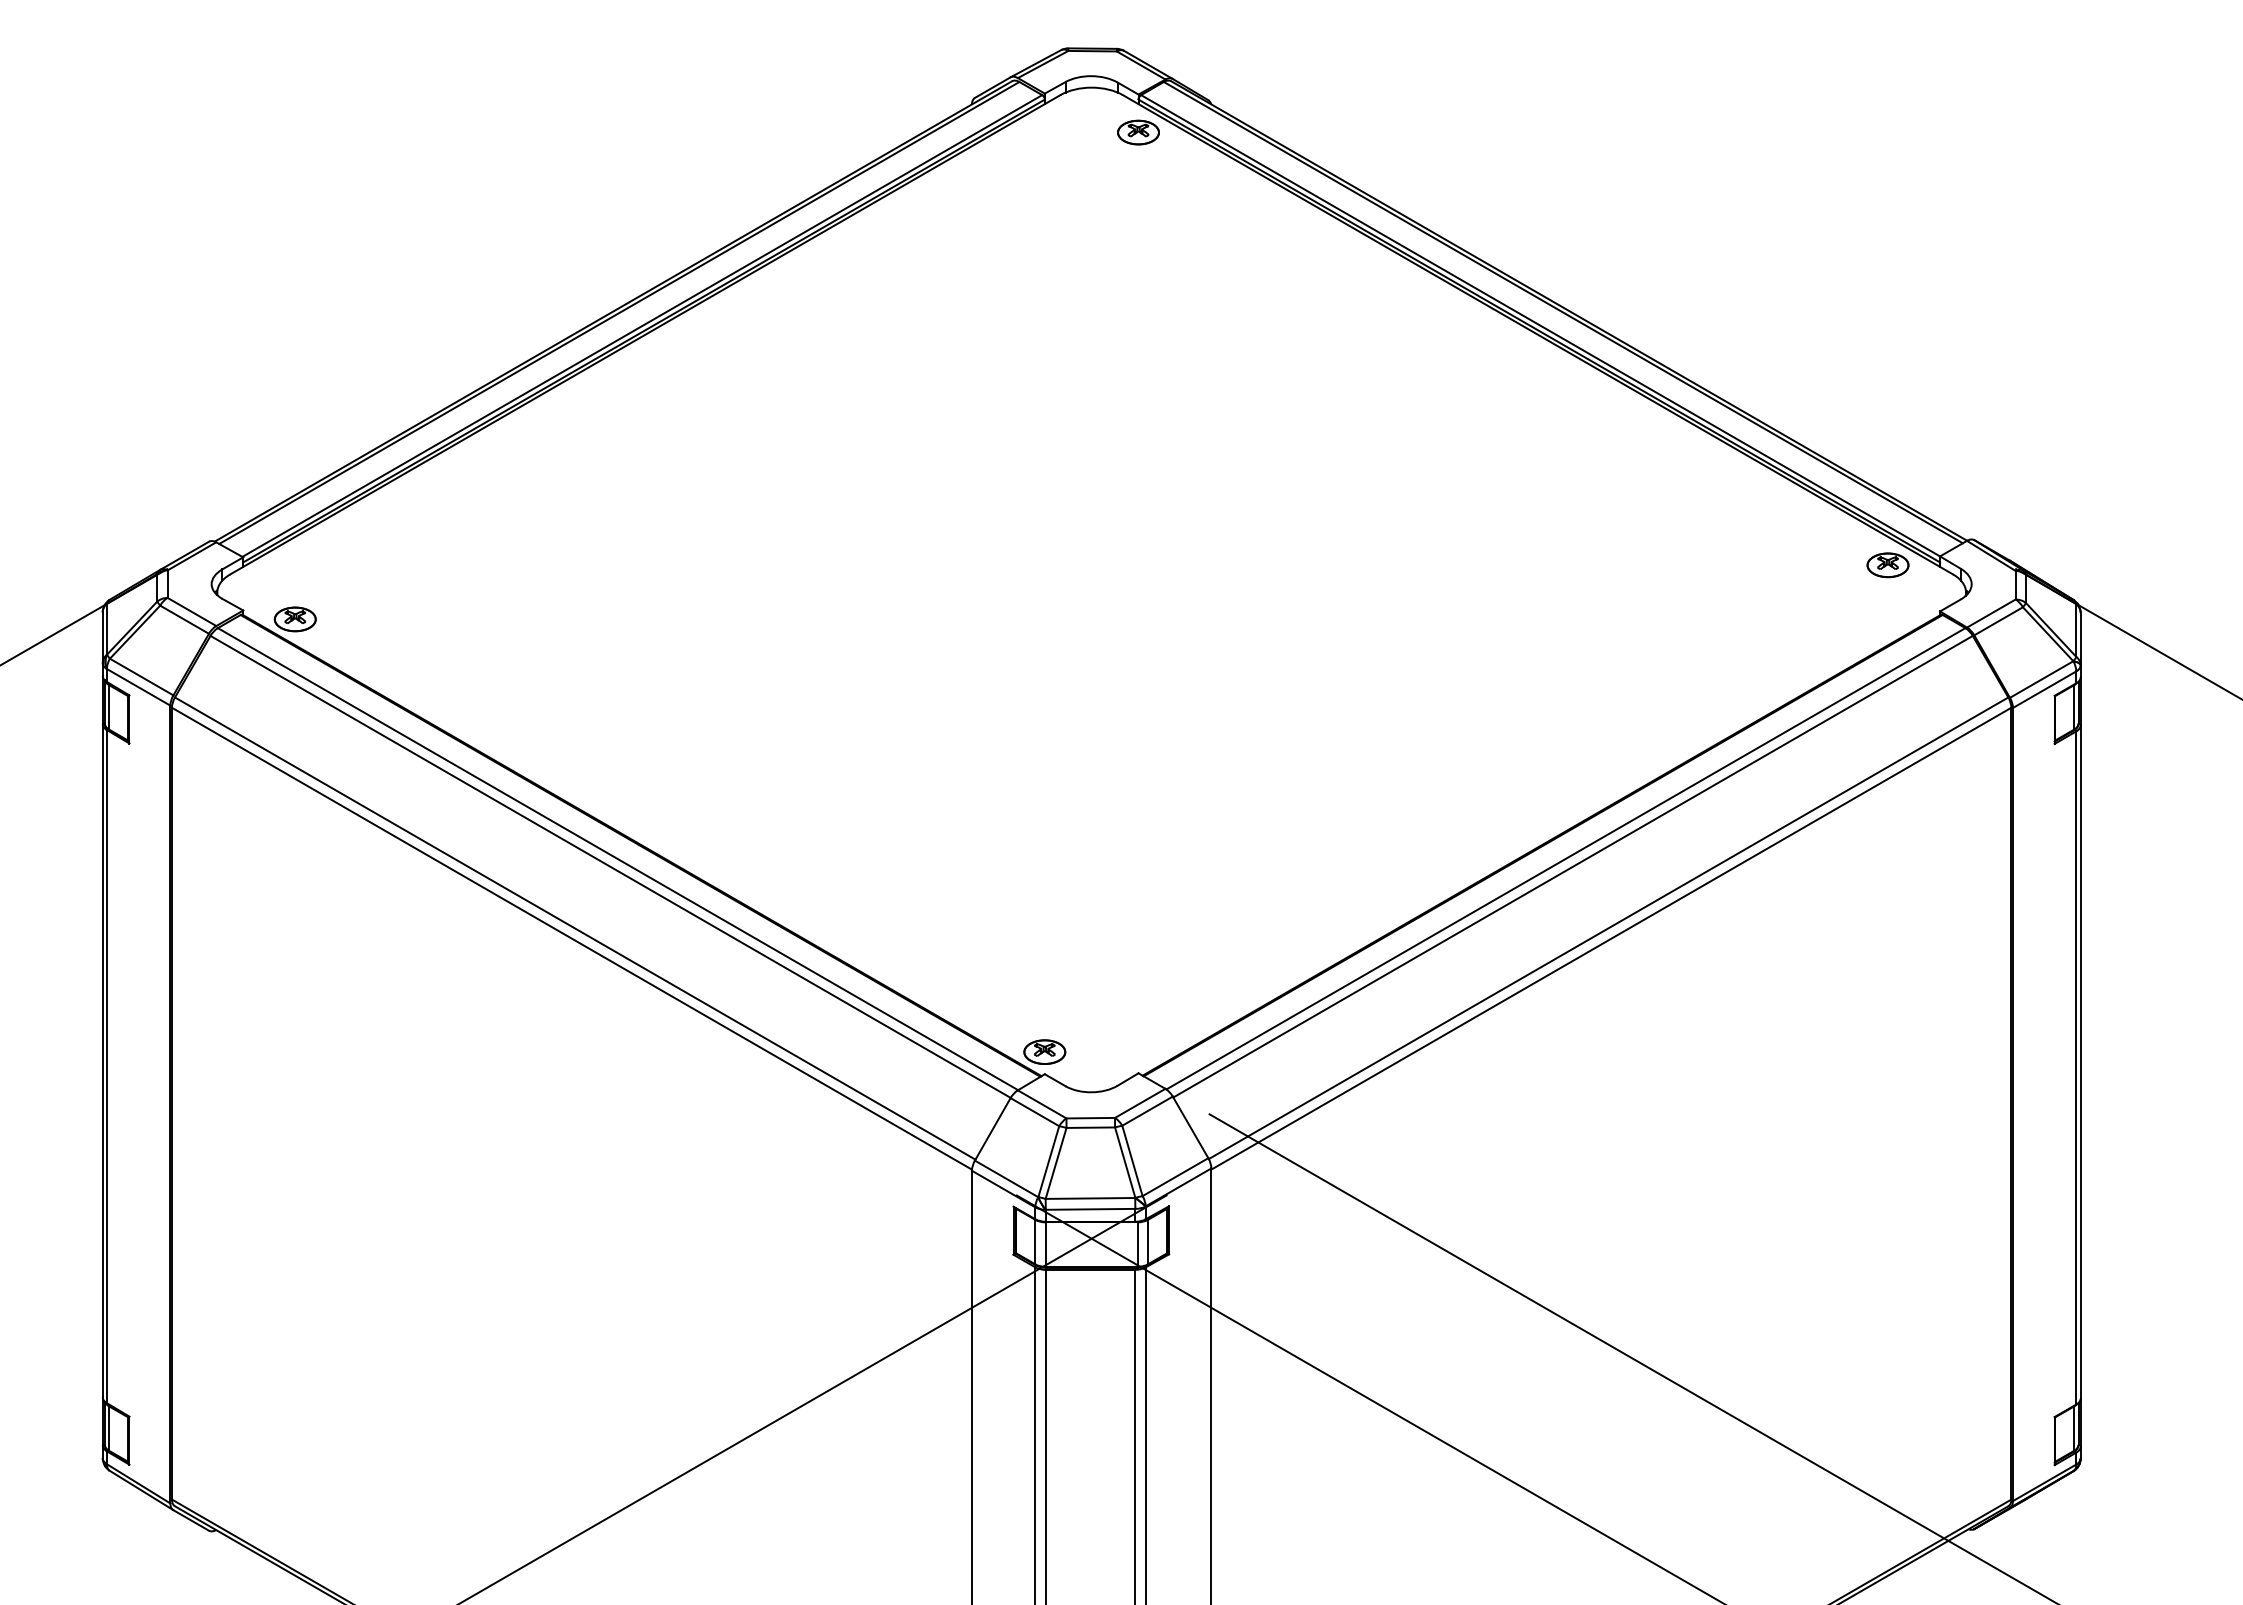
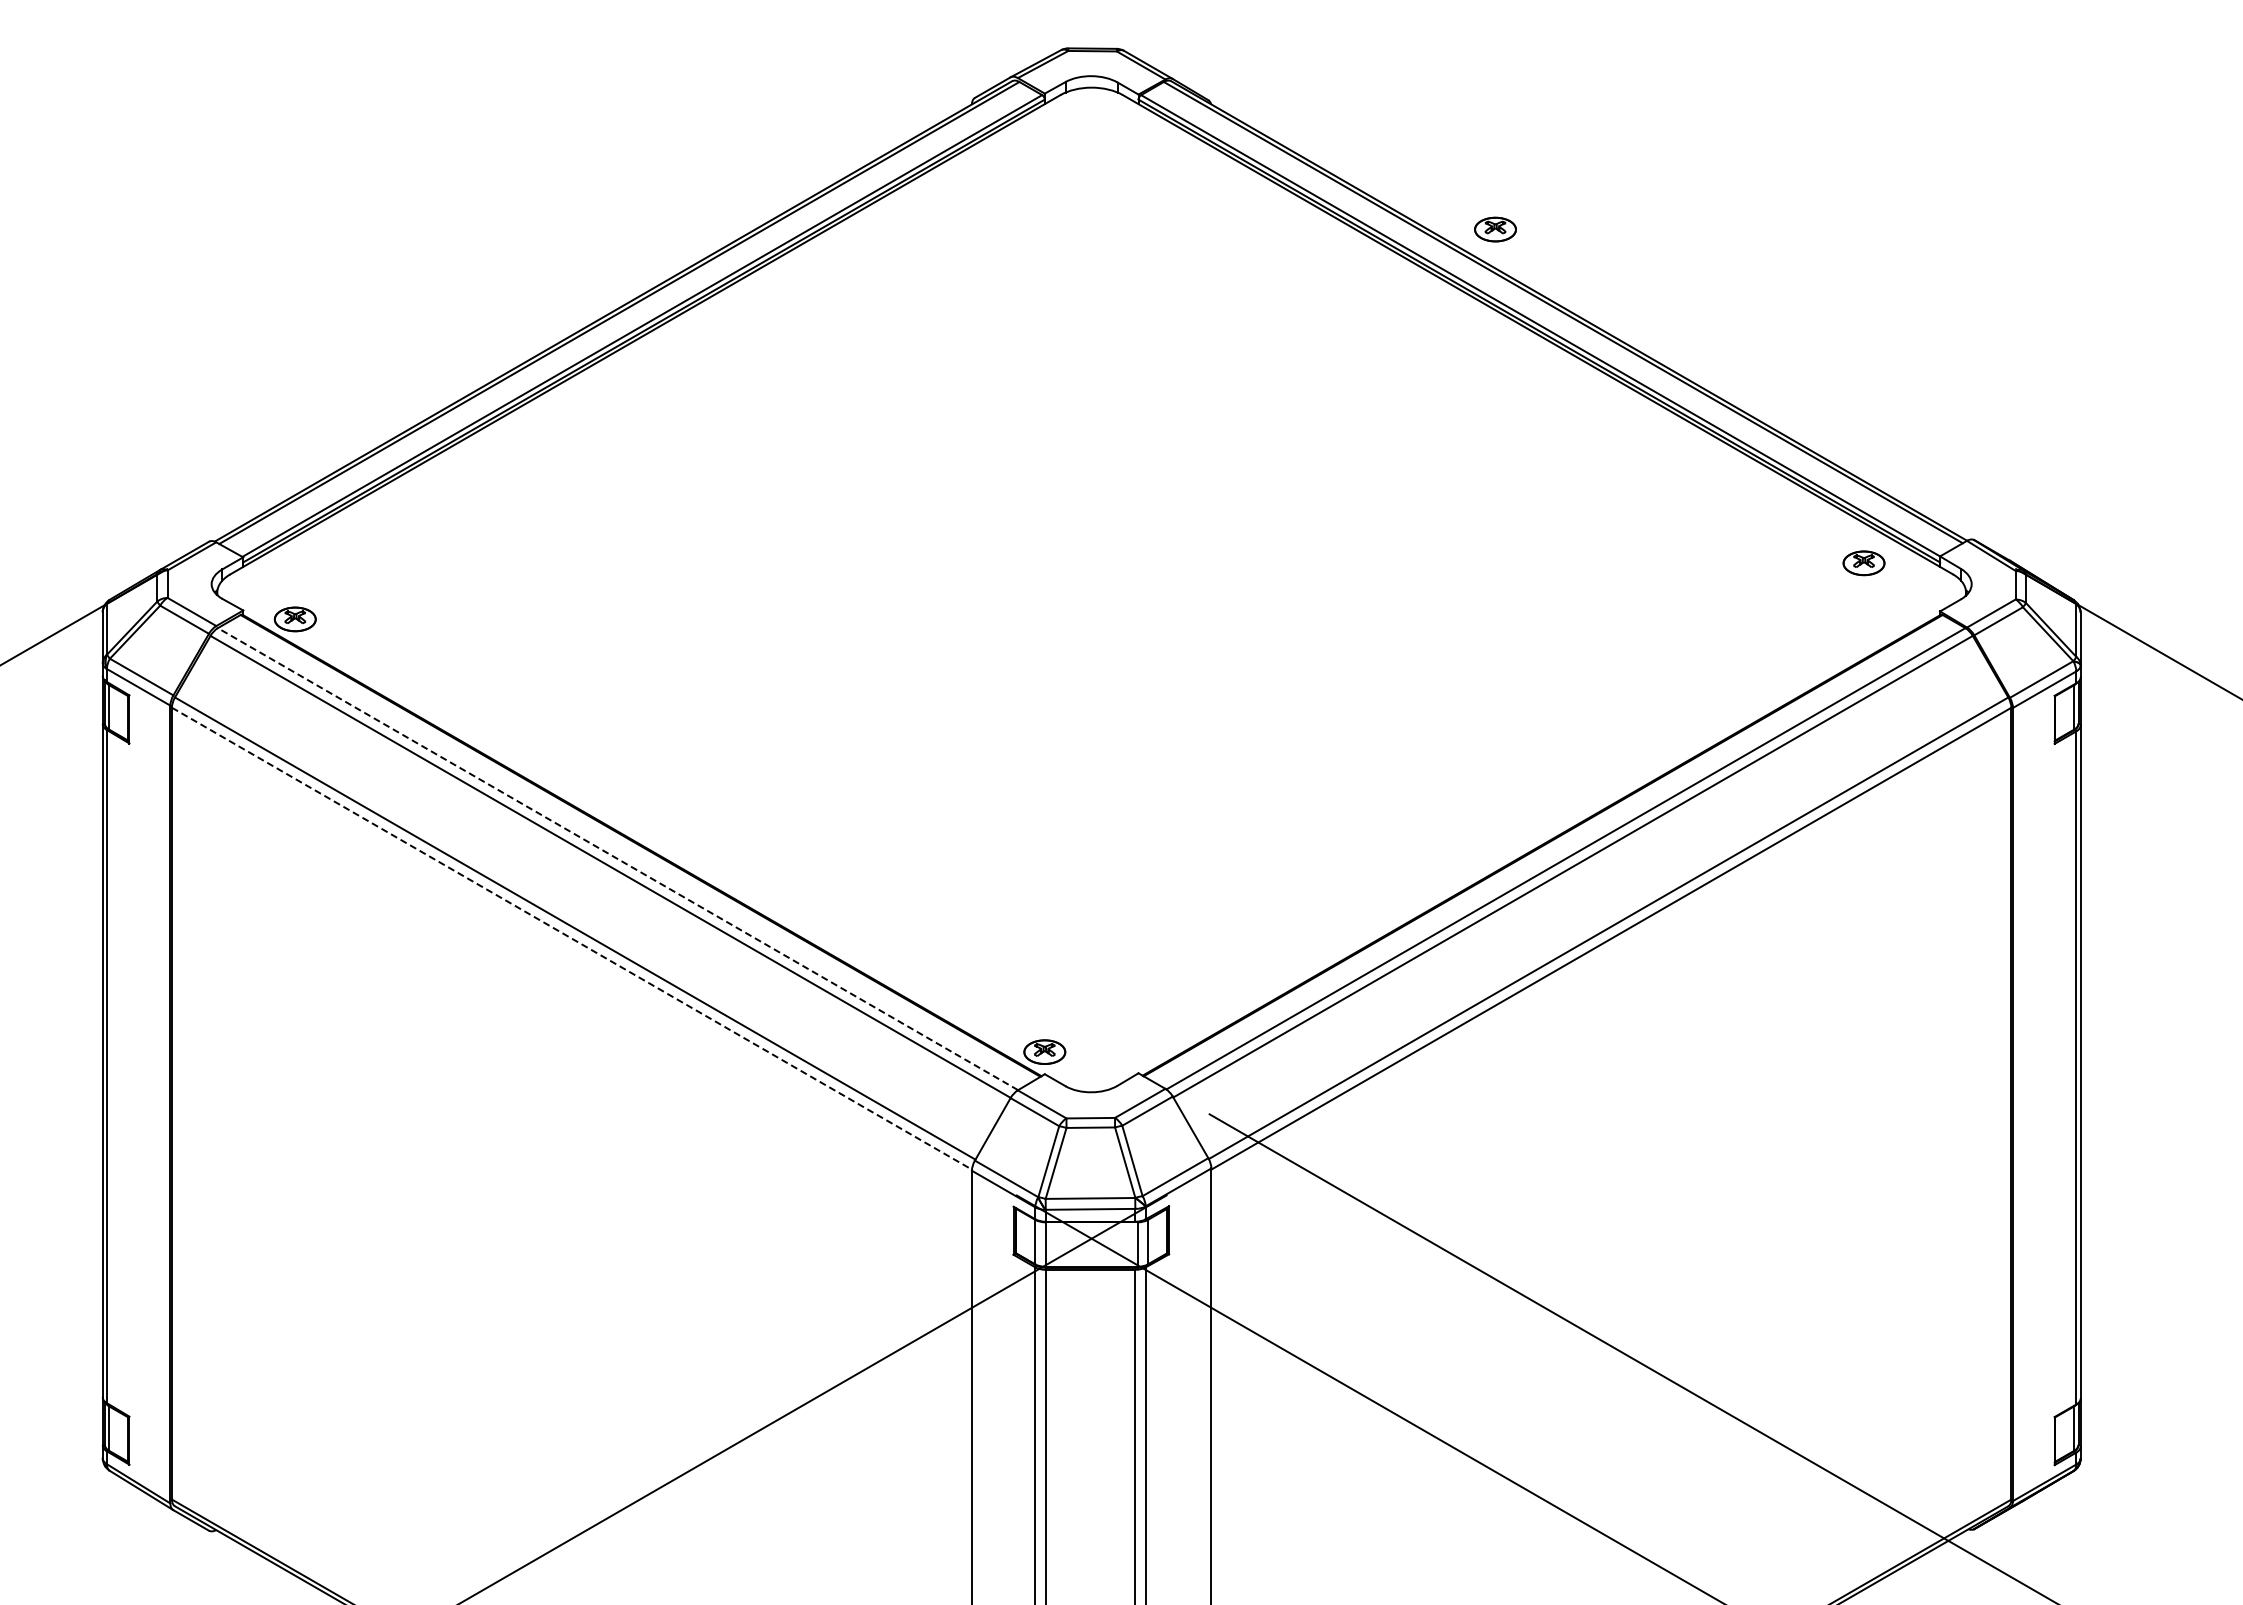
part at (1138, 132) position: (1138, 132) -> (1495, 229)
part at (1887, 565) position: (1887, 565) -> (1863, 563)
line at (617, 858): solid -> dashed
line at (571, 938): solid -> dashed
